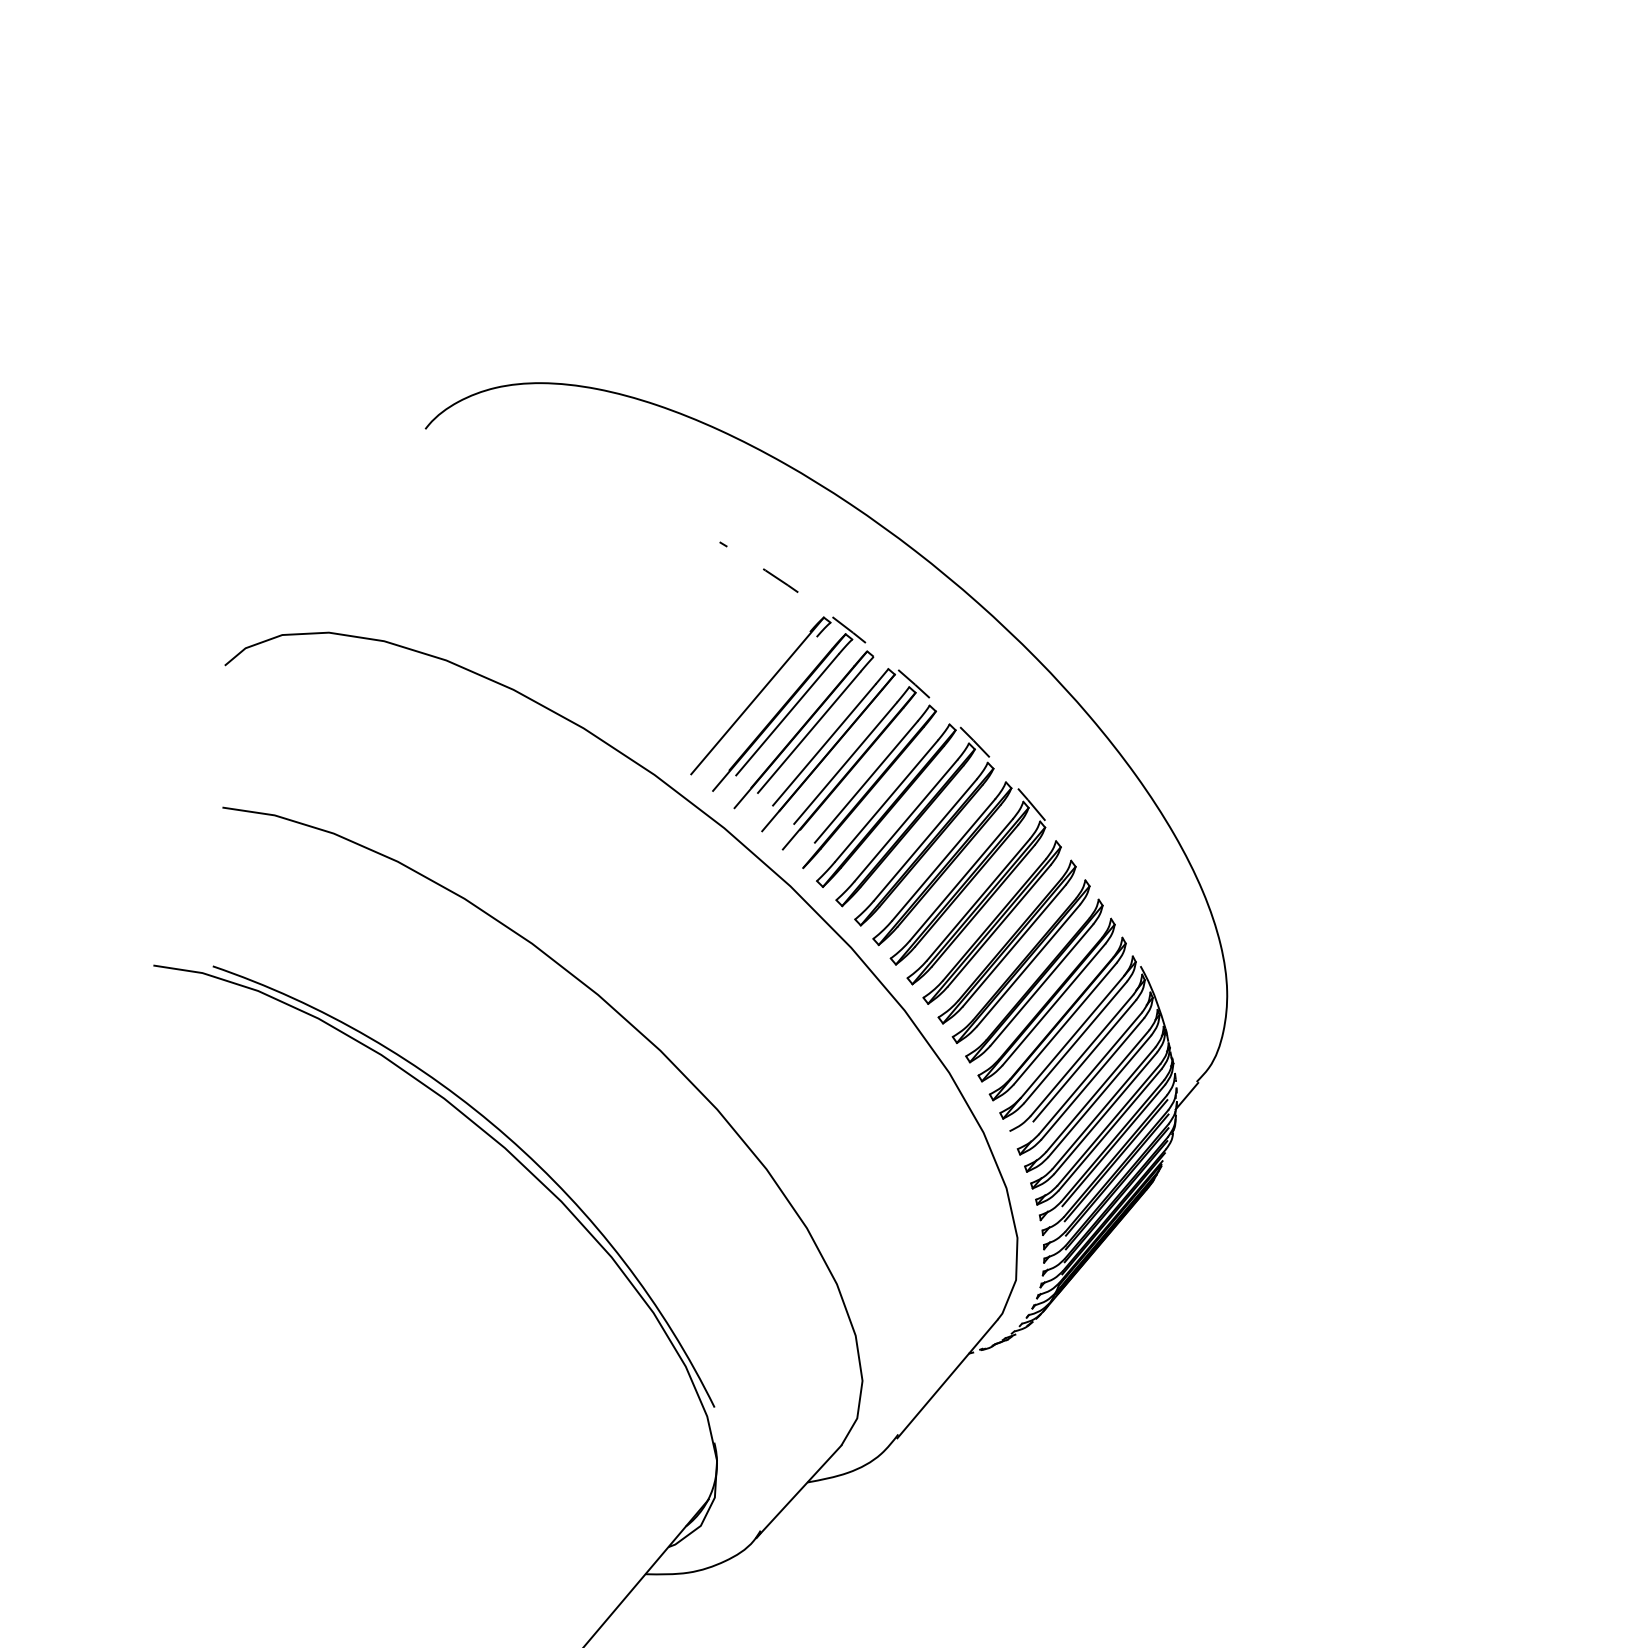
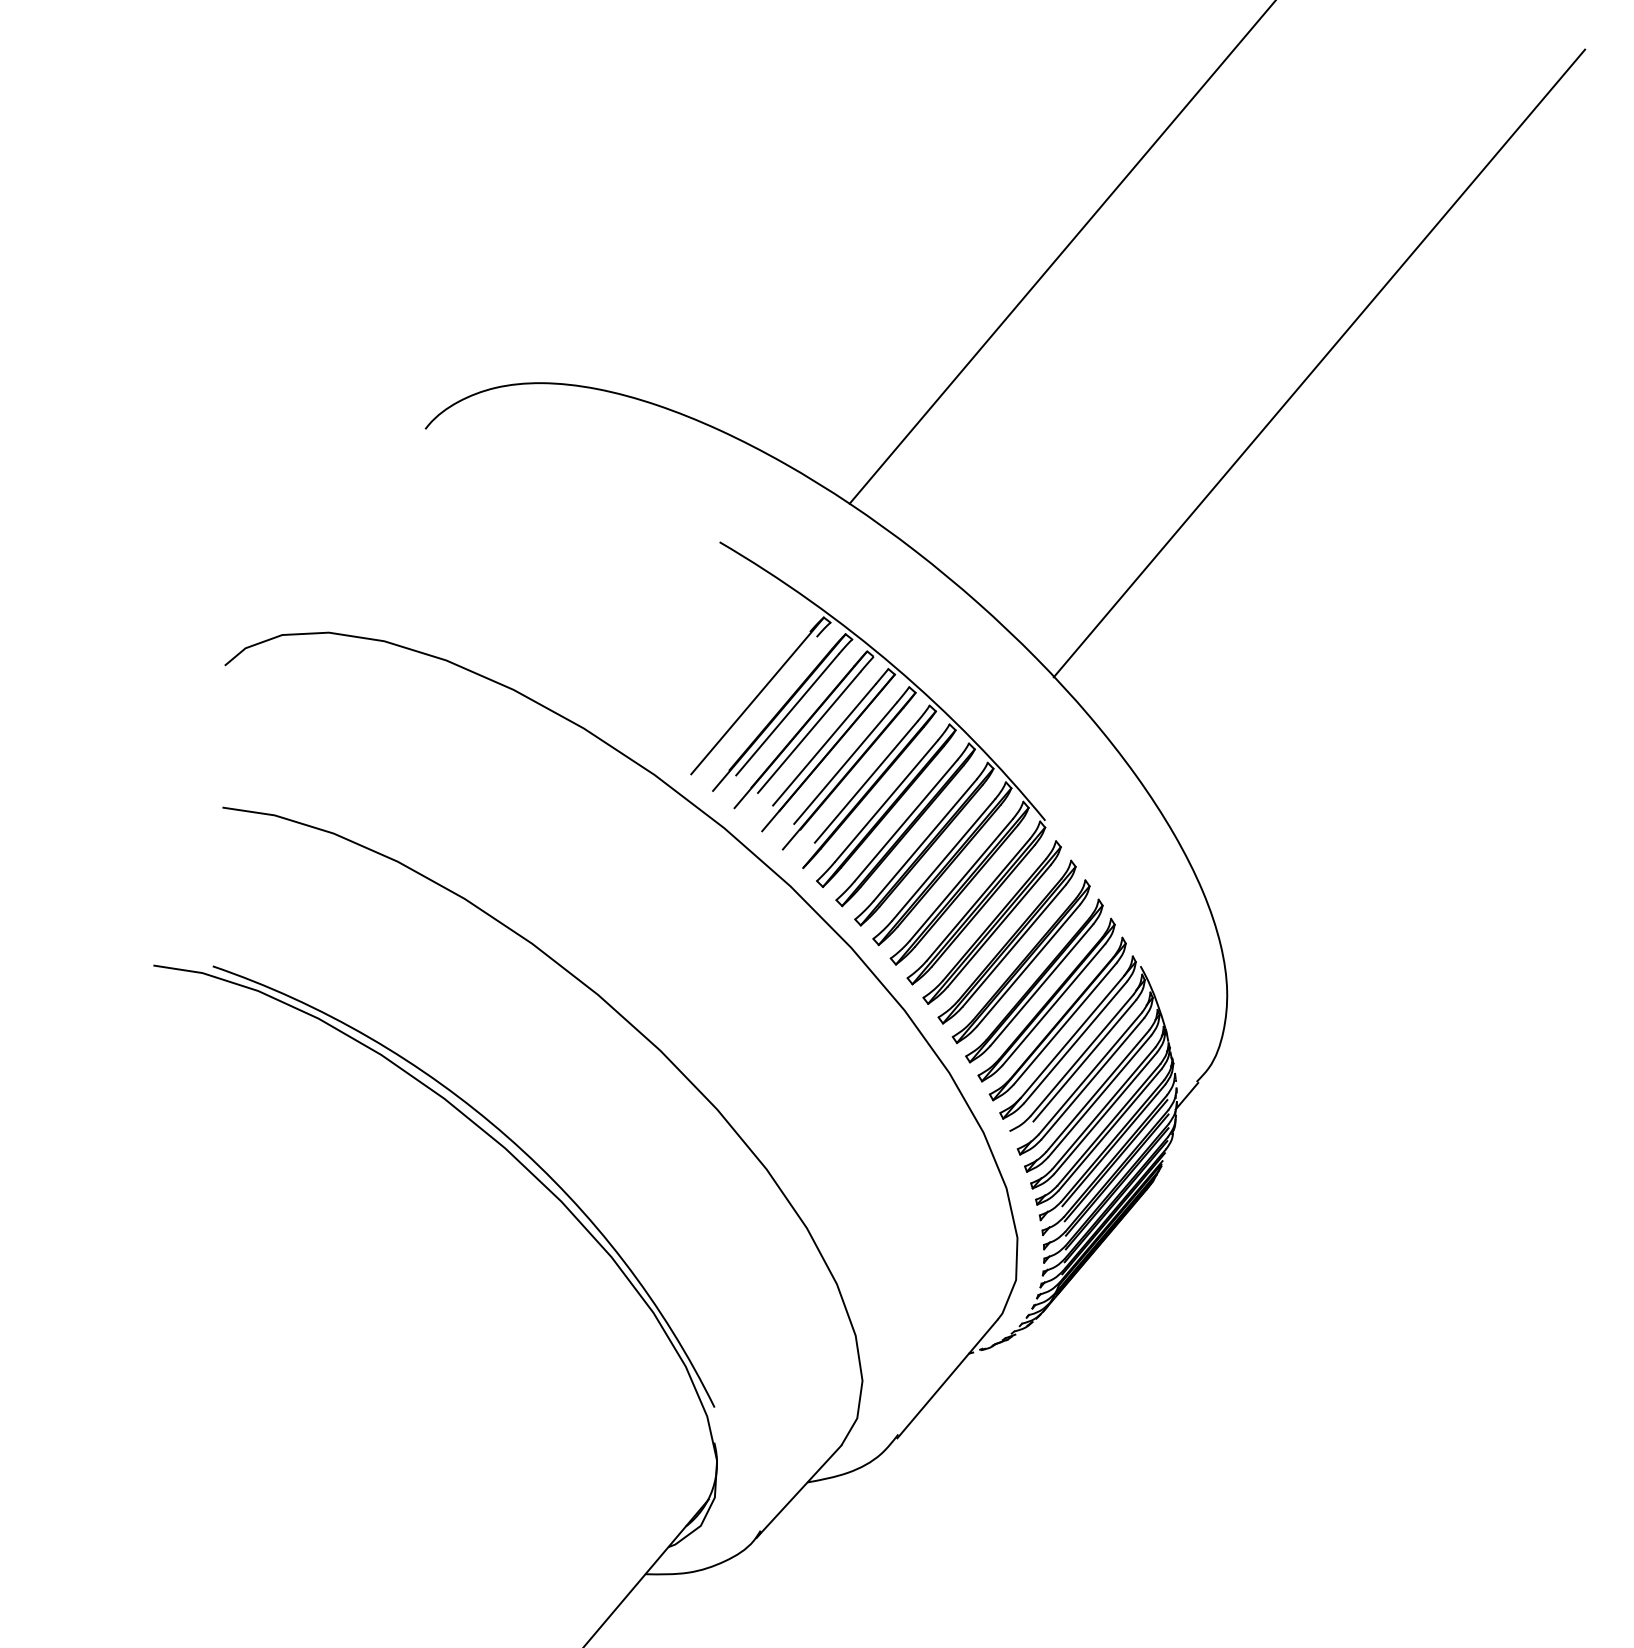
line at (1061, 252): none -> present
line at (1319, 363): none -> present
arc at (894, 666): dashed -> solid
